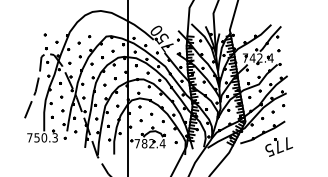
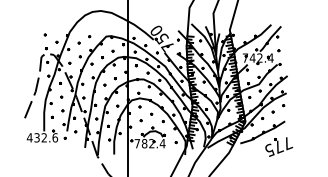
text at (42, 137): 750.3 -> 432.6
